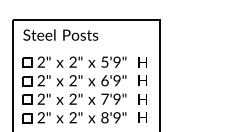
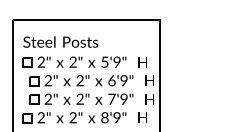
text at (60, 34) position: (60, 34) -> (60, 41)
part at (84, 89) position: (84, 89) -> (91, 89)
